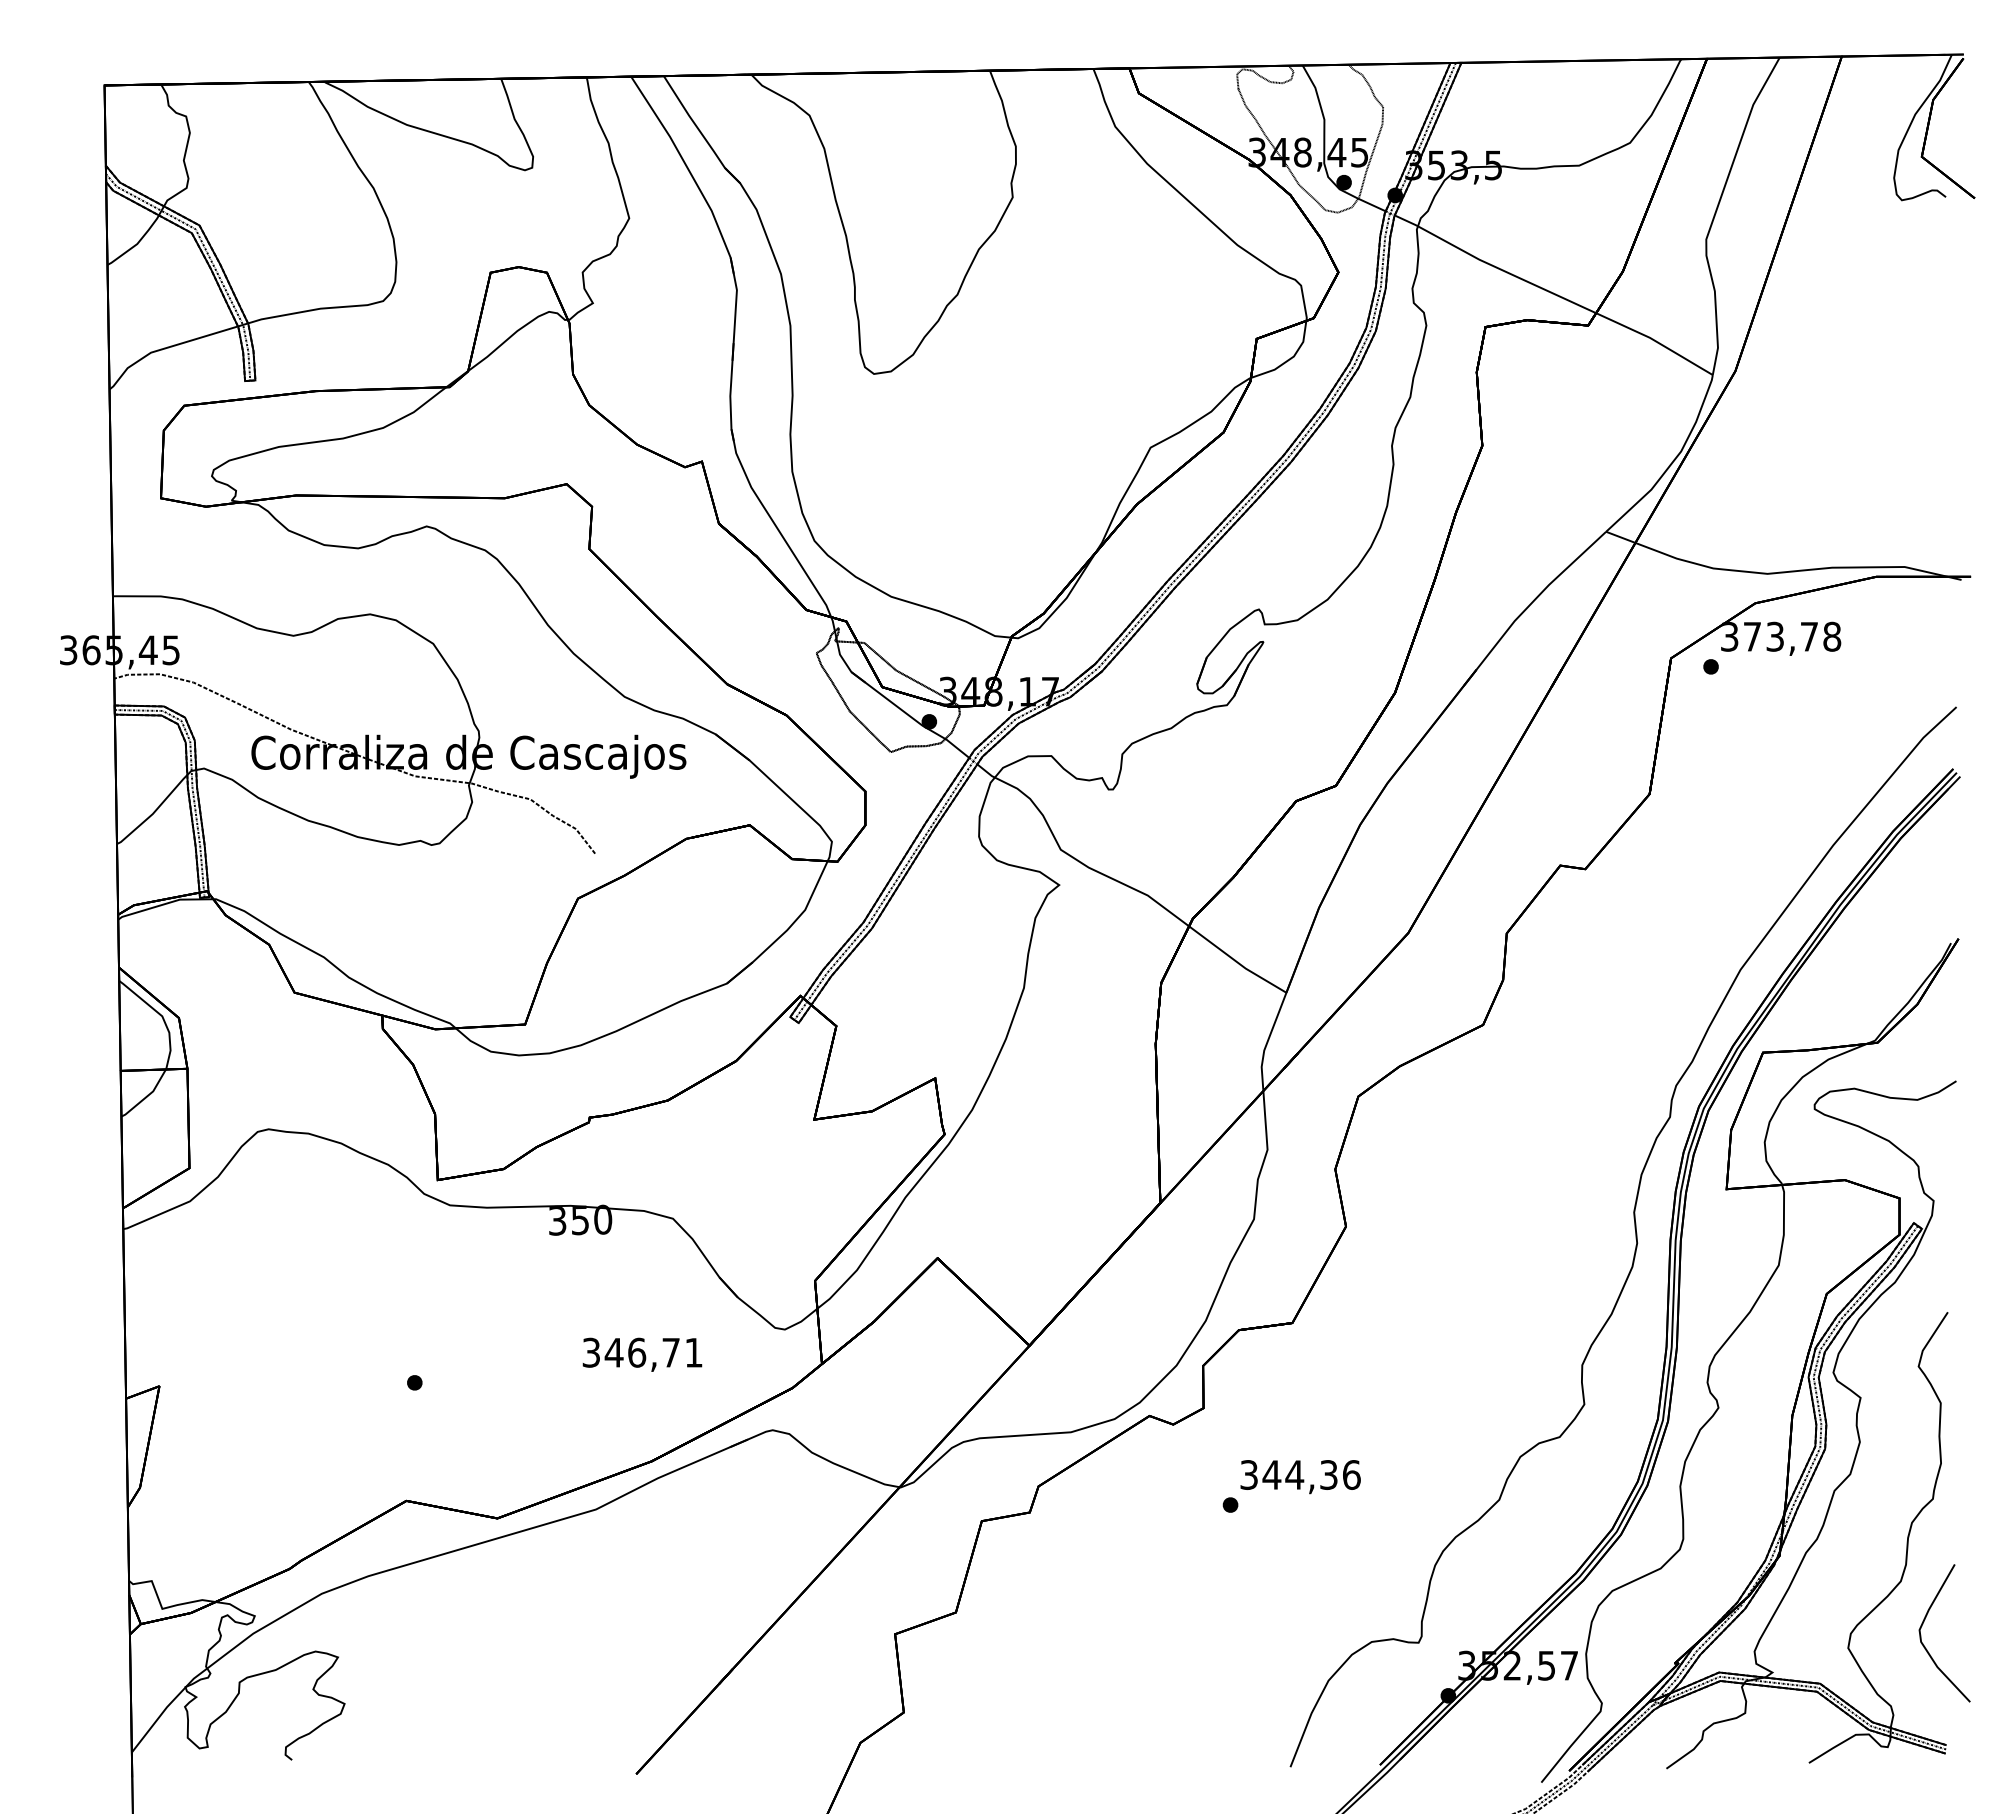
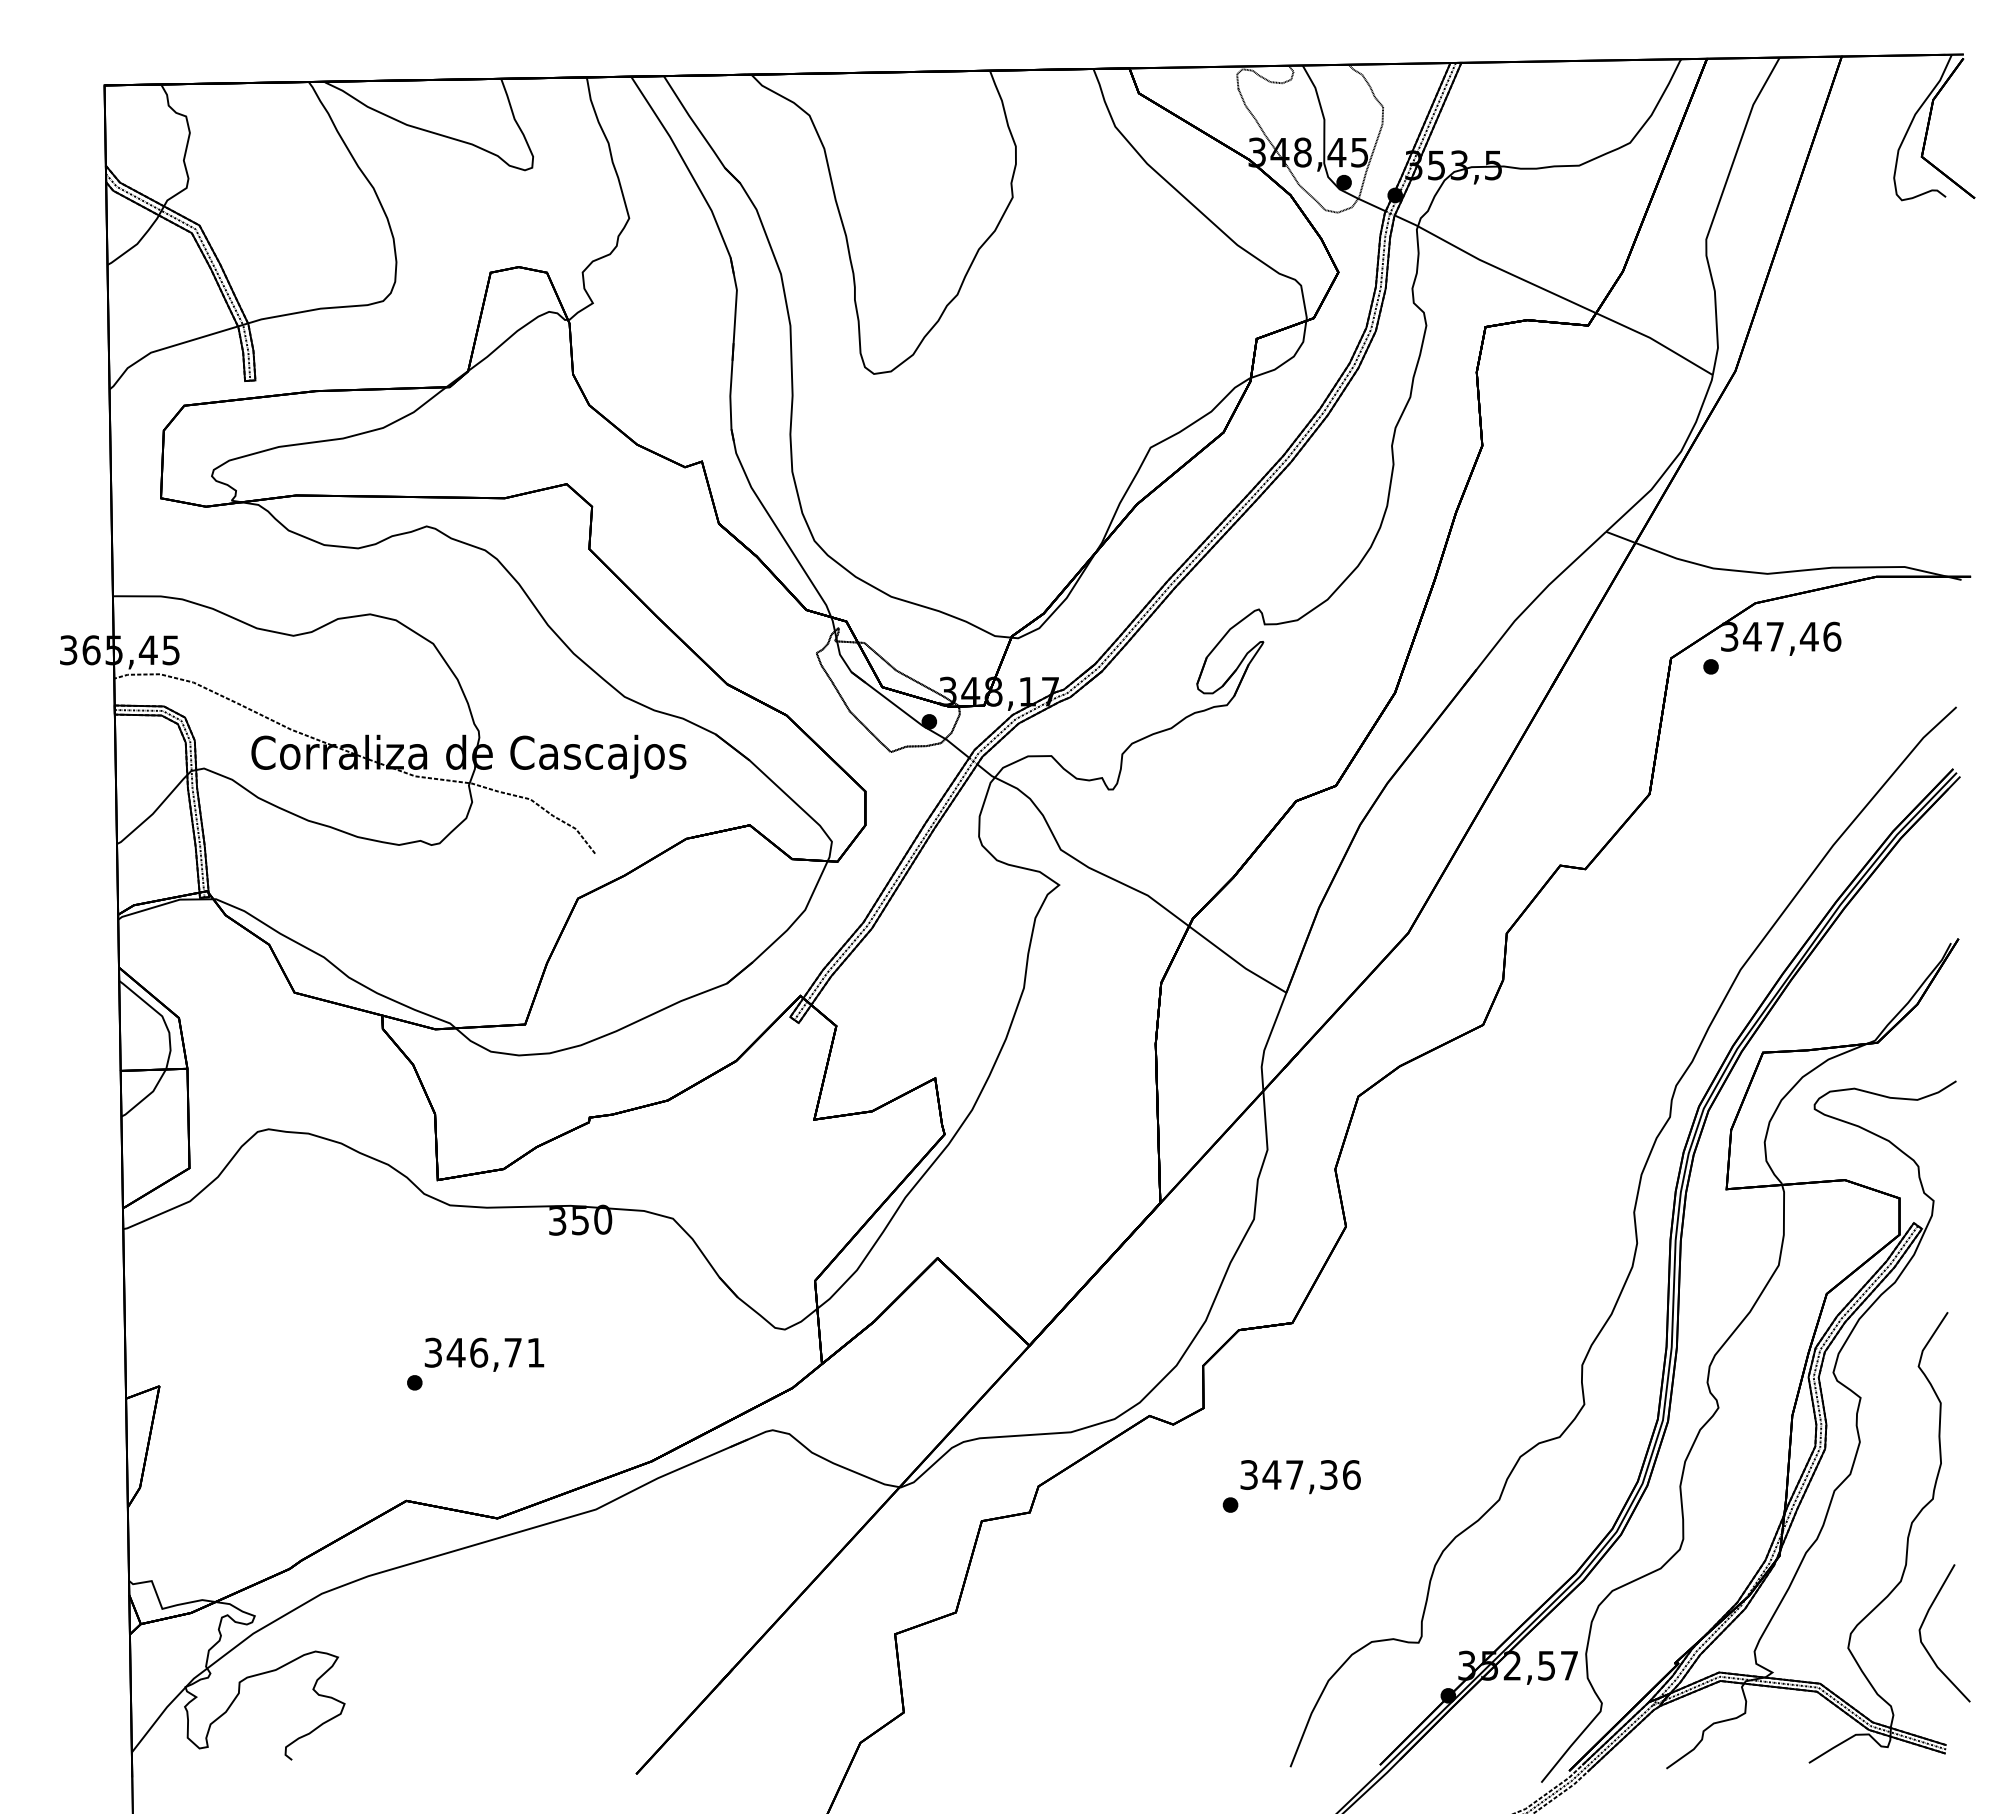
text at (1792, 636): 373,78 -> 347,46
text at (642, 1354) position: (642, 1354) -> (484, 1354)
text at (1294, 1474): 344,36 -> 347,36
